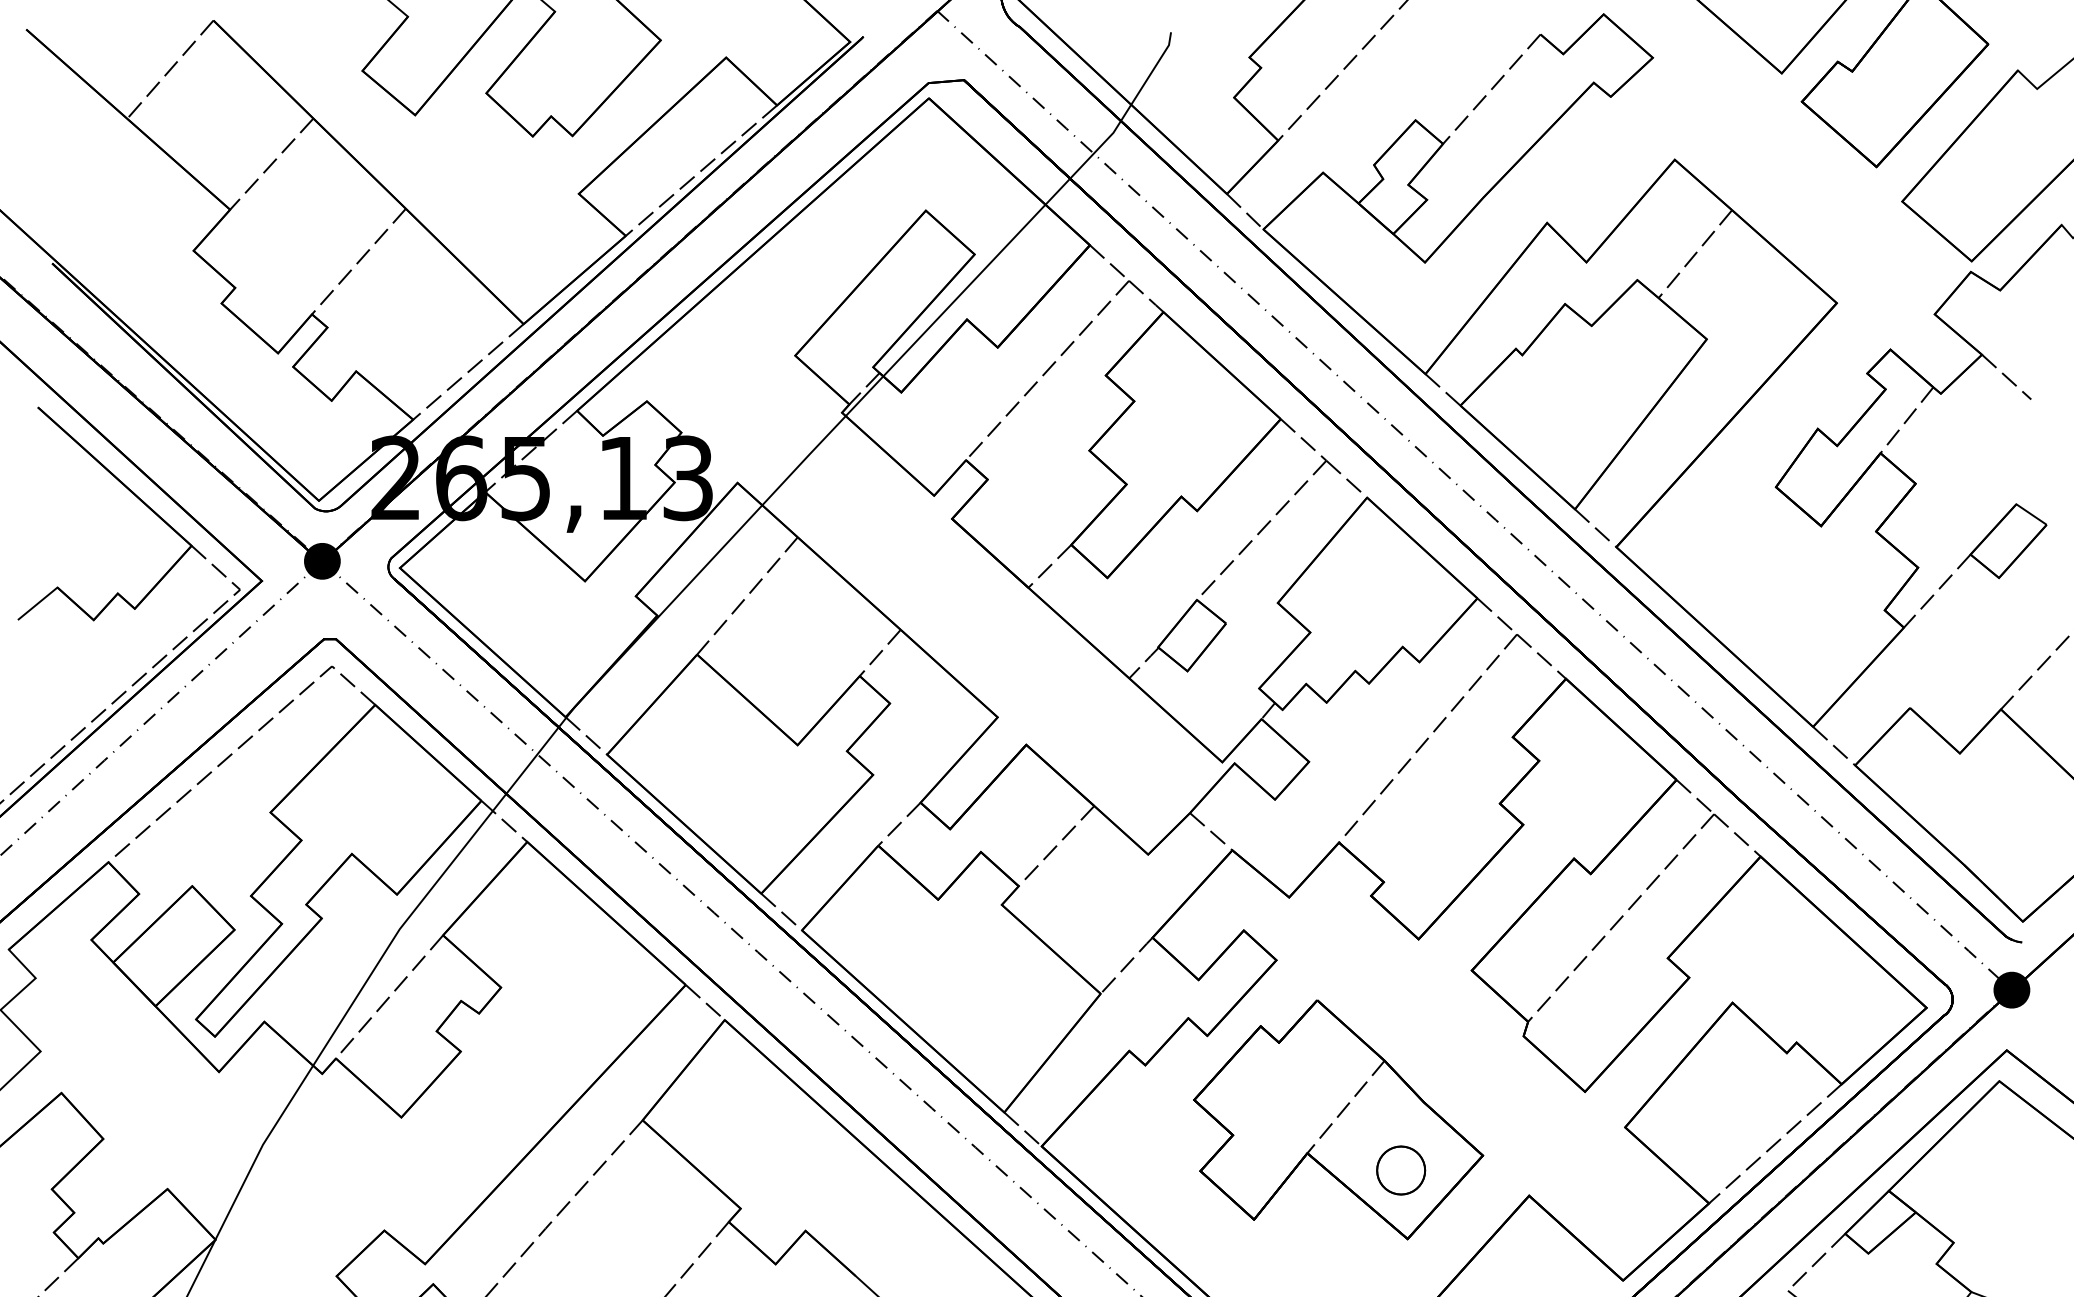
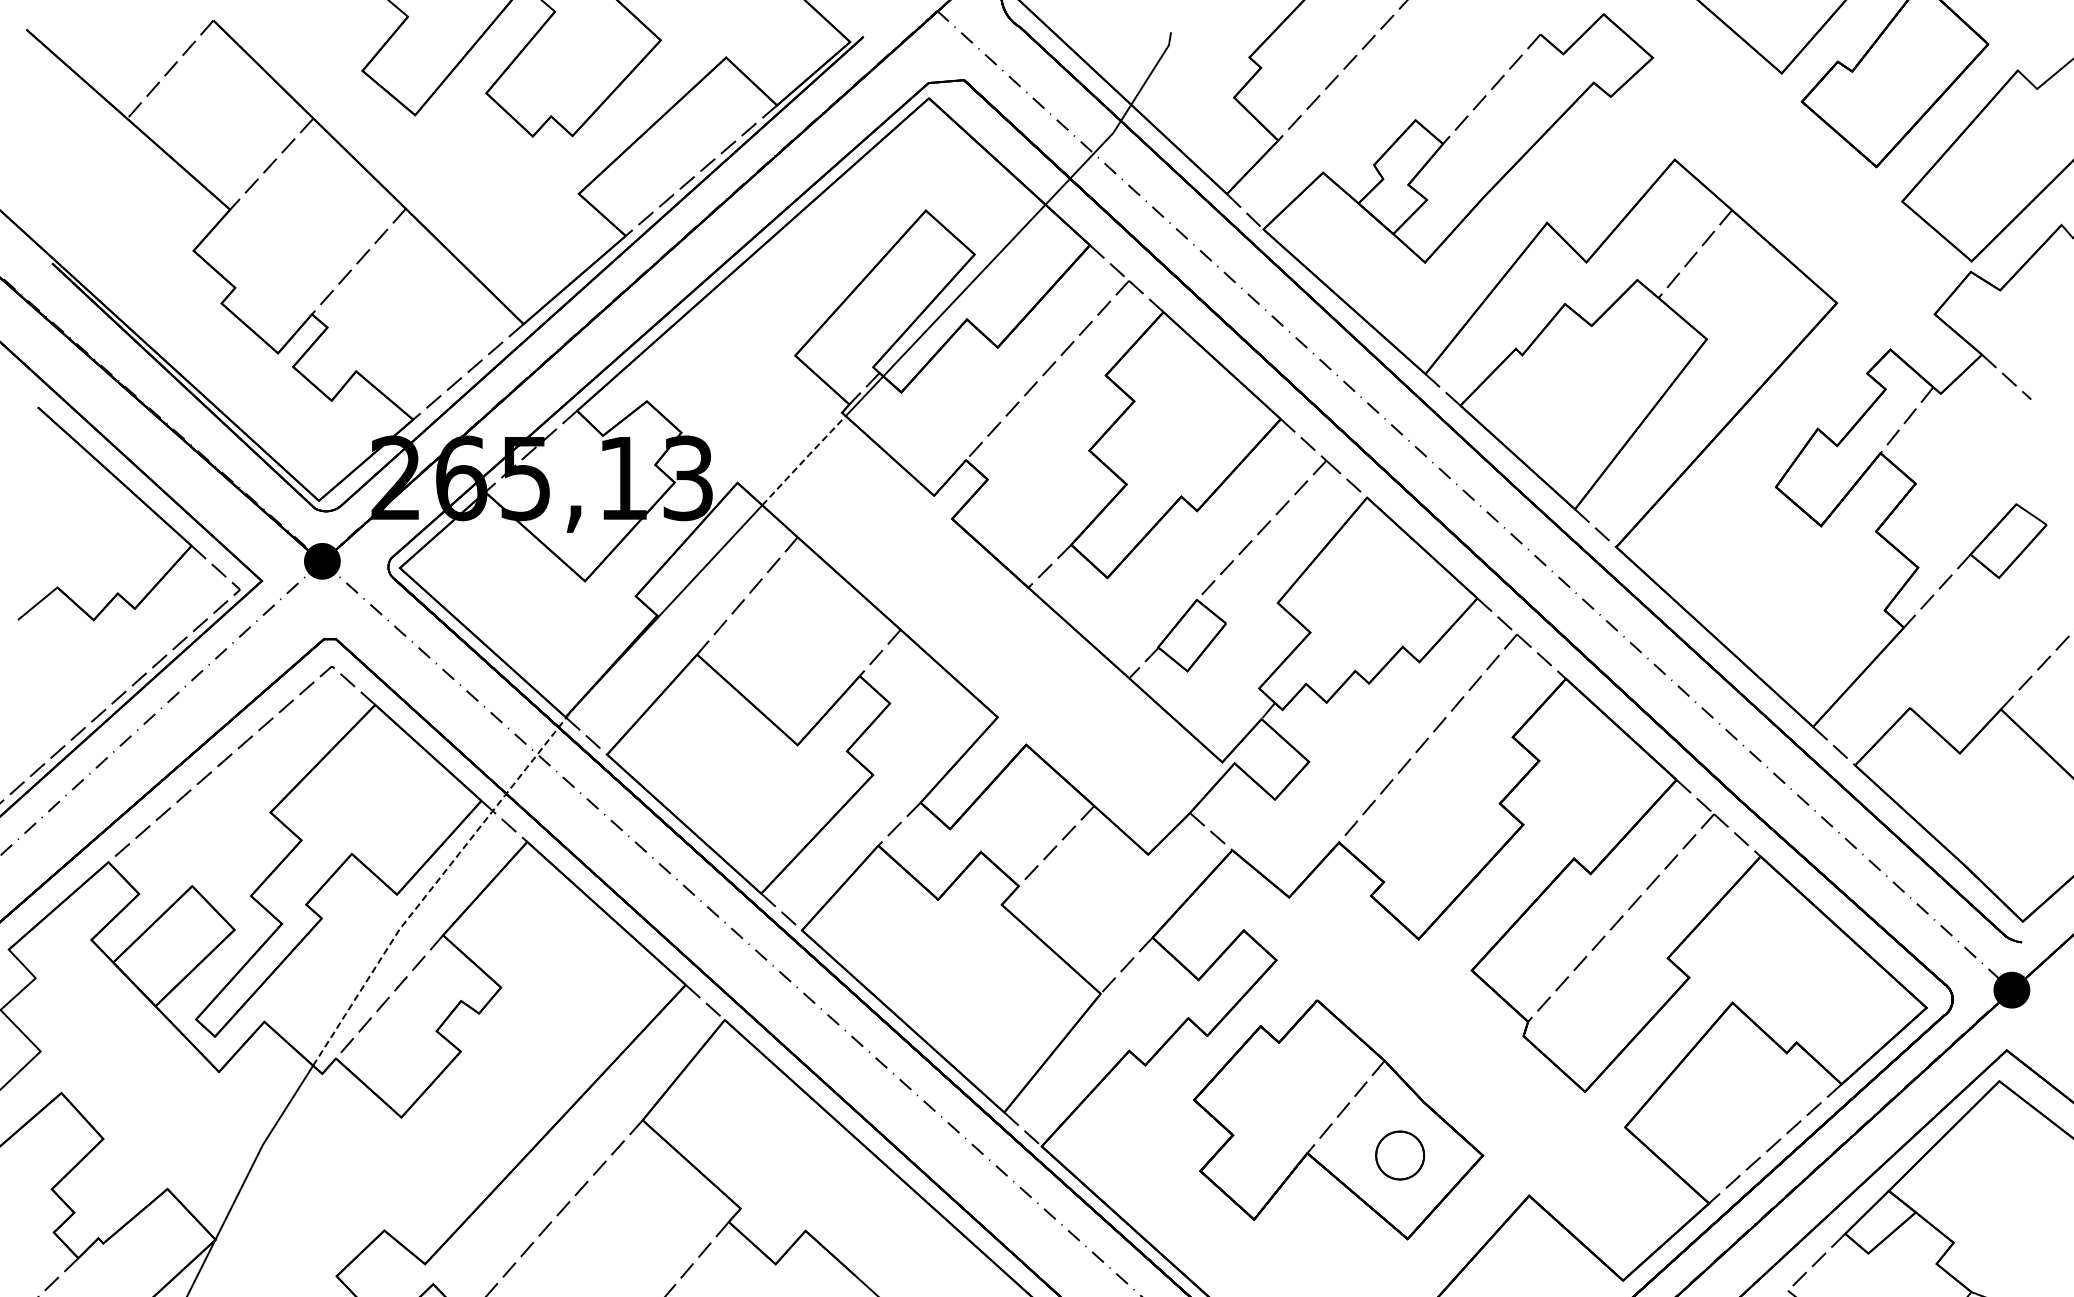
line at (804, 460): solid -> dashed
line at (436, 882): solid -> dashed
part at (1401, 1170) position: (1401, 1170) -> (1400, 1155)
